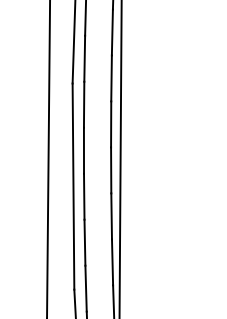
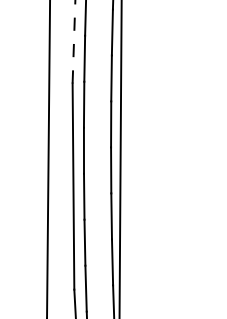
line at (74, 41): solid -> dashed
